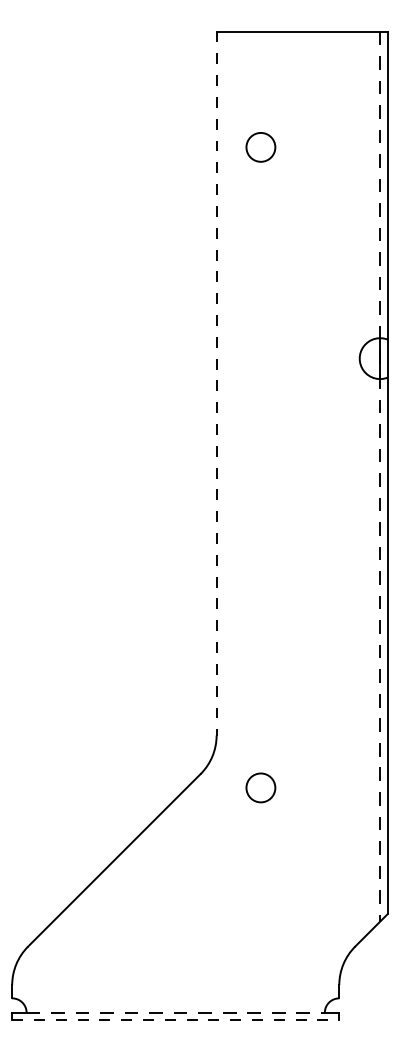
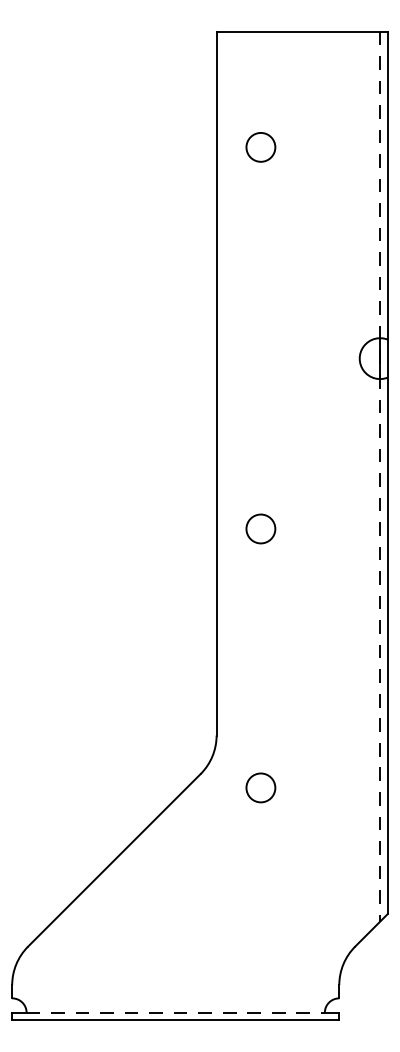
line at (216, 383): dashed -> solid
circle at (260, 528): none -> present
line at (175, 1020): dashed -> solid
